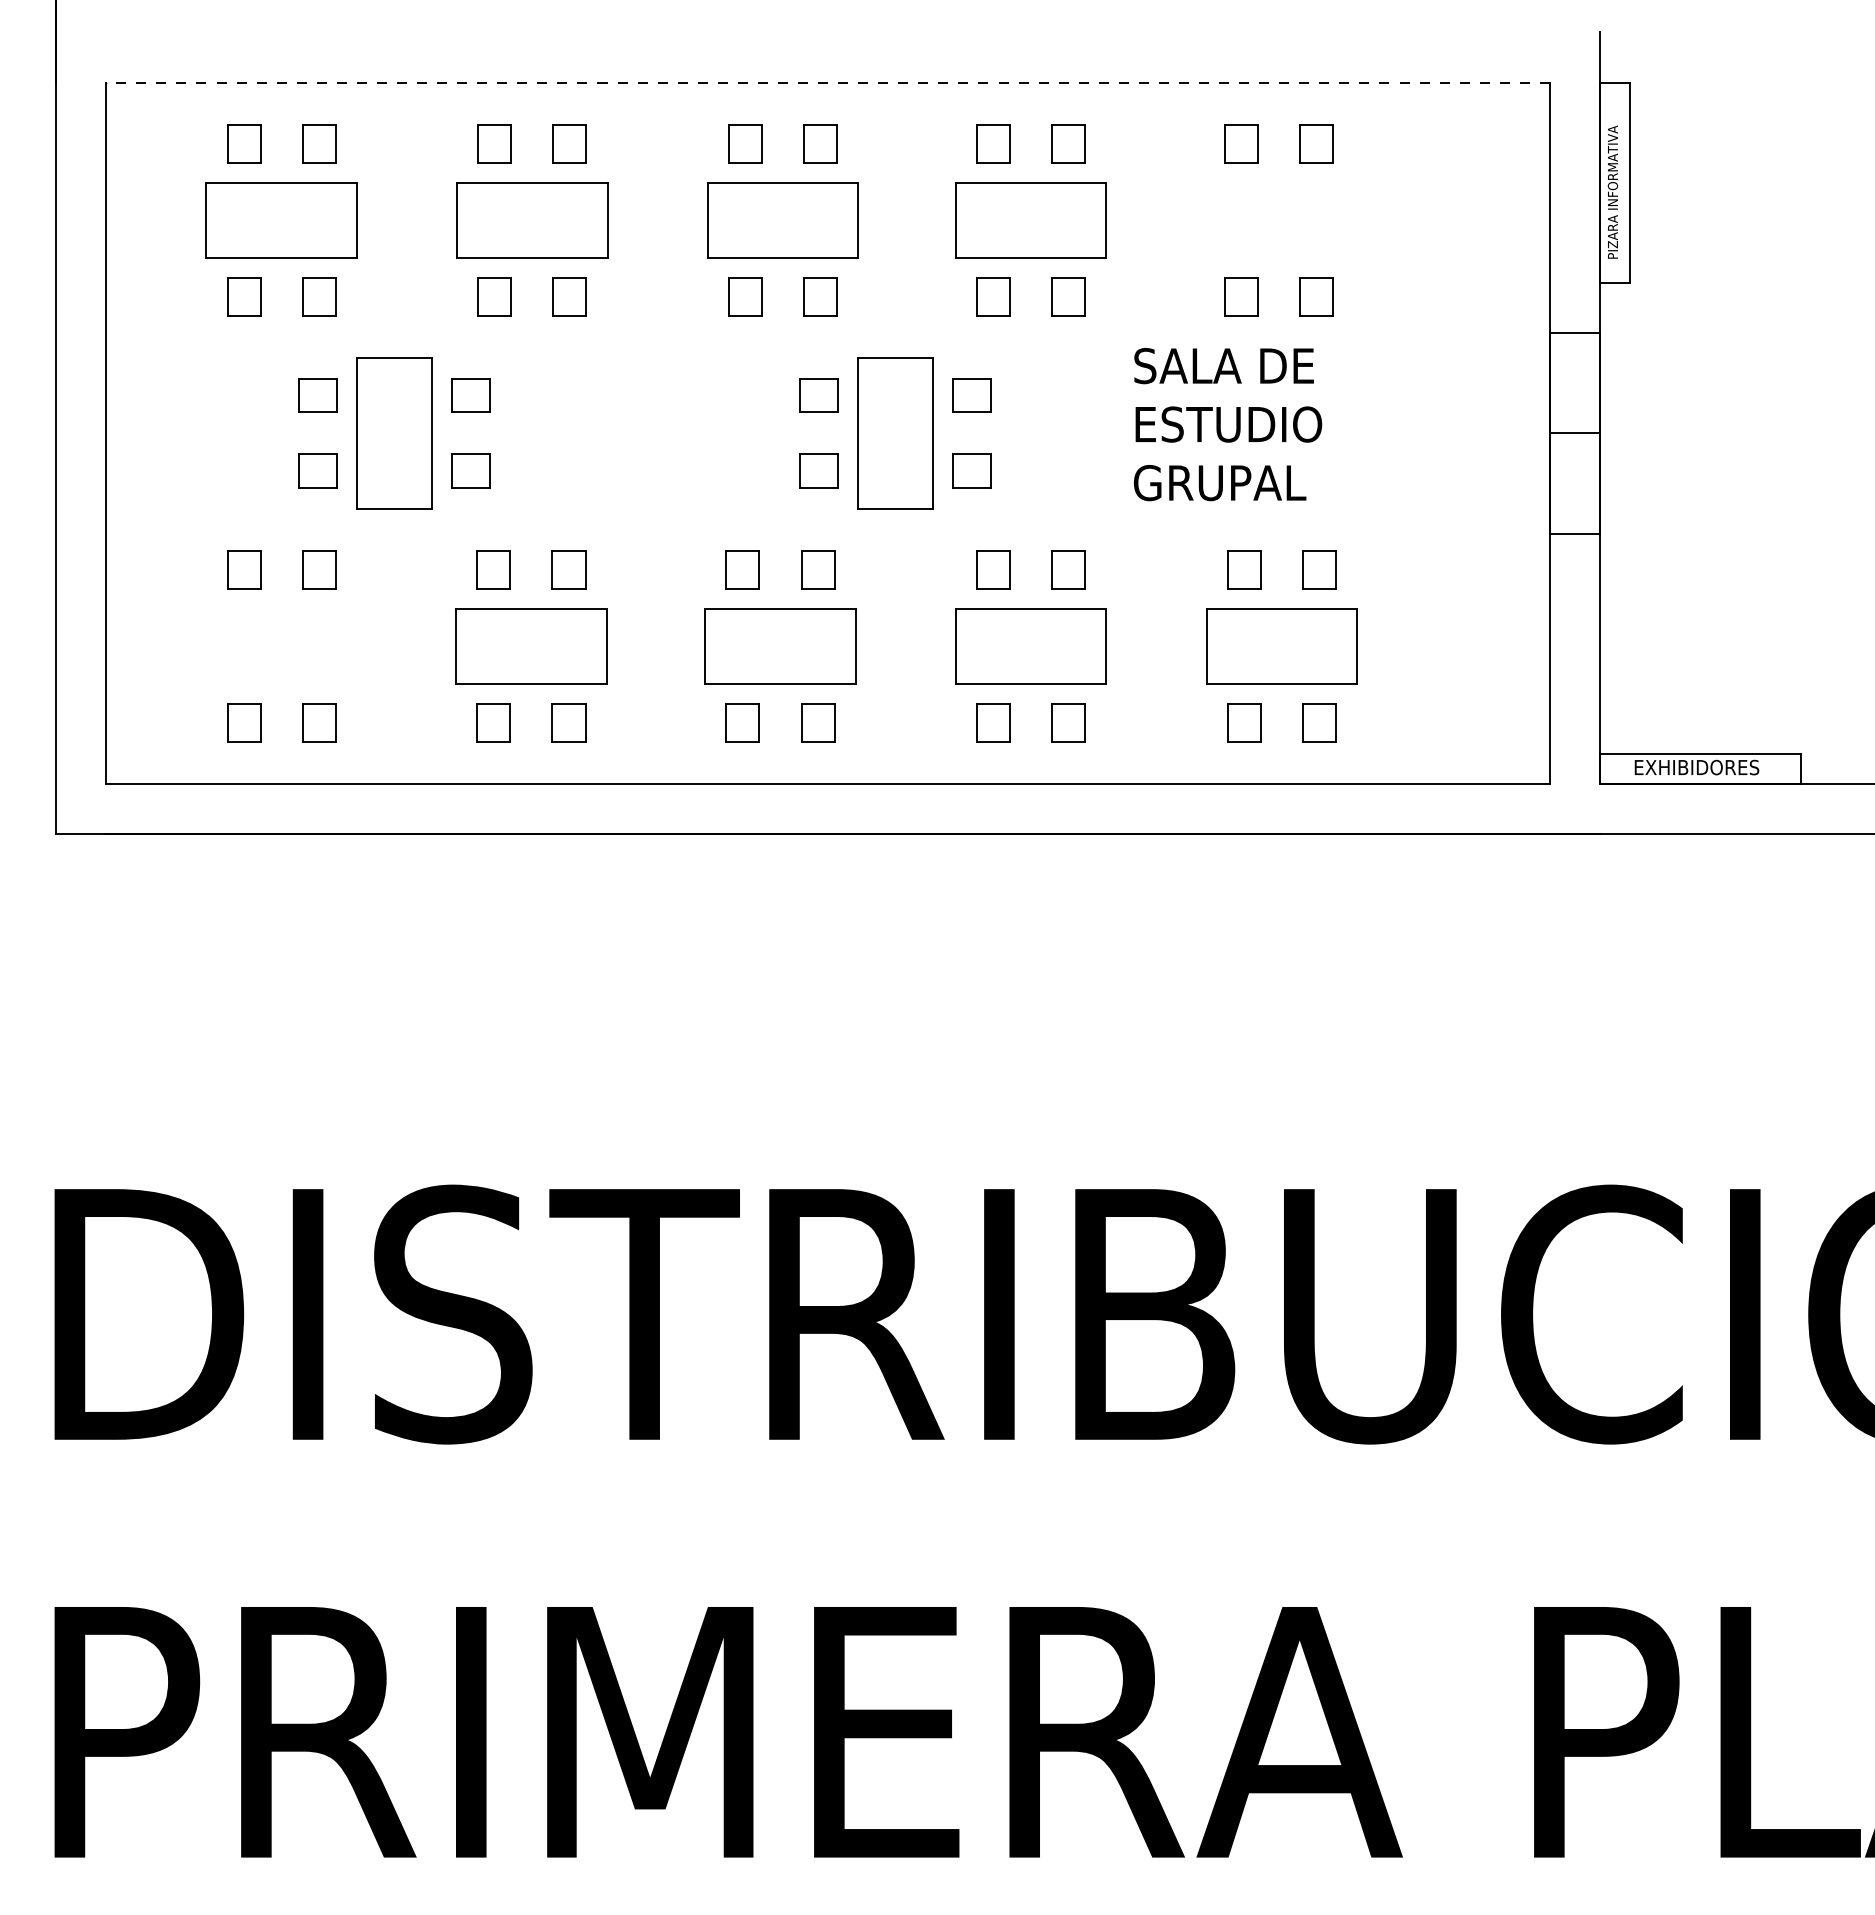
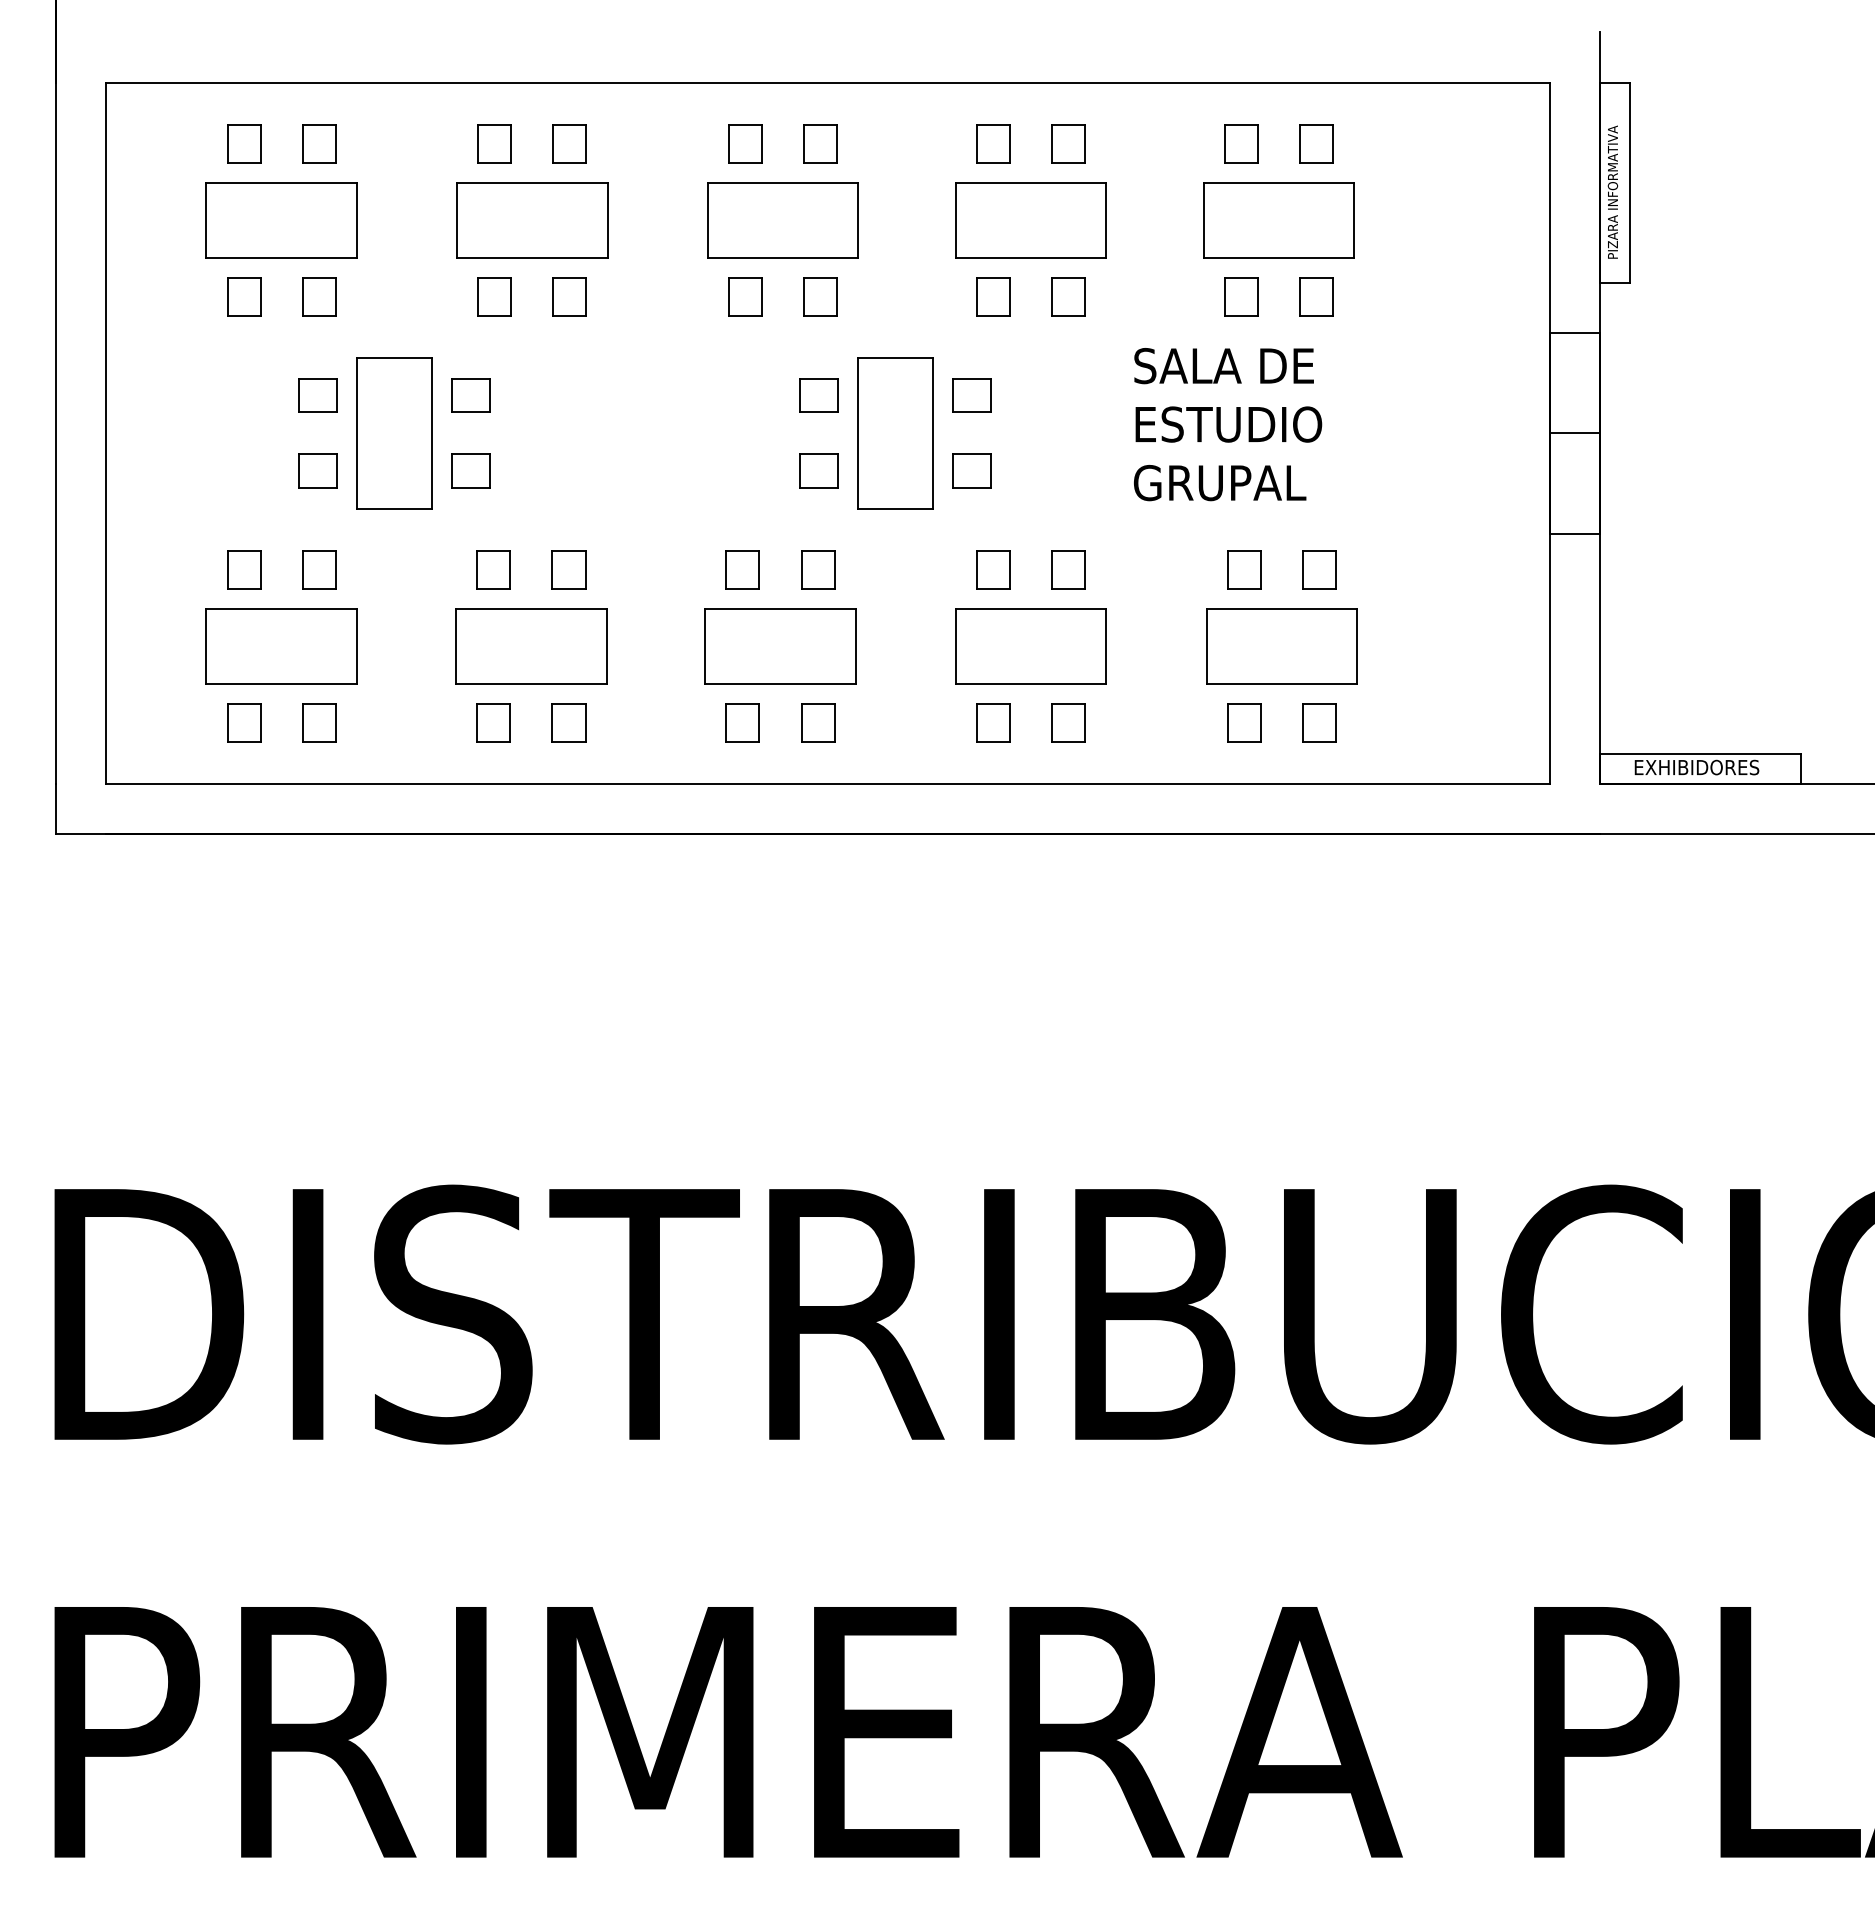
line at (828, 82): dashed -> solid
part at (1278, 220): none -> present
part at (281, 646): none -> present
